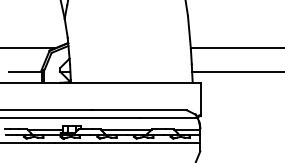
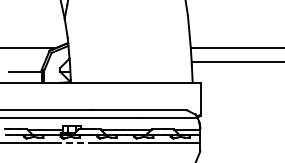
line at (236, 71) position: (236, 71) -> (236, 61)
line at (74, 143): solid -> dashed
